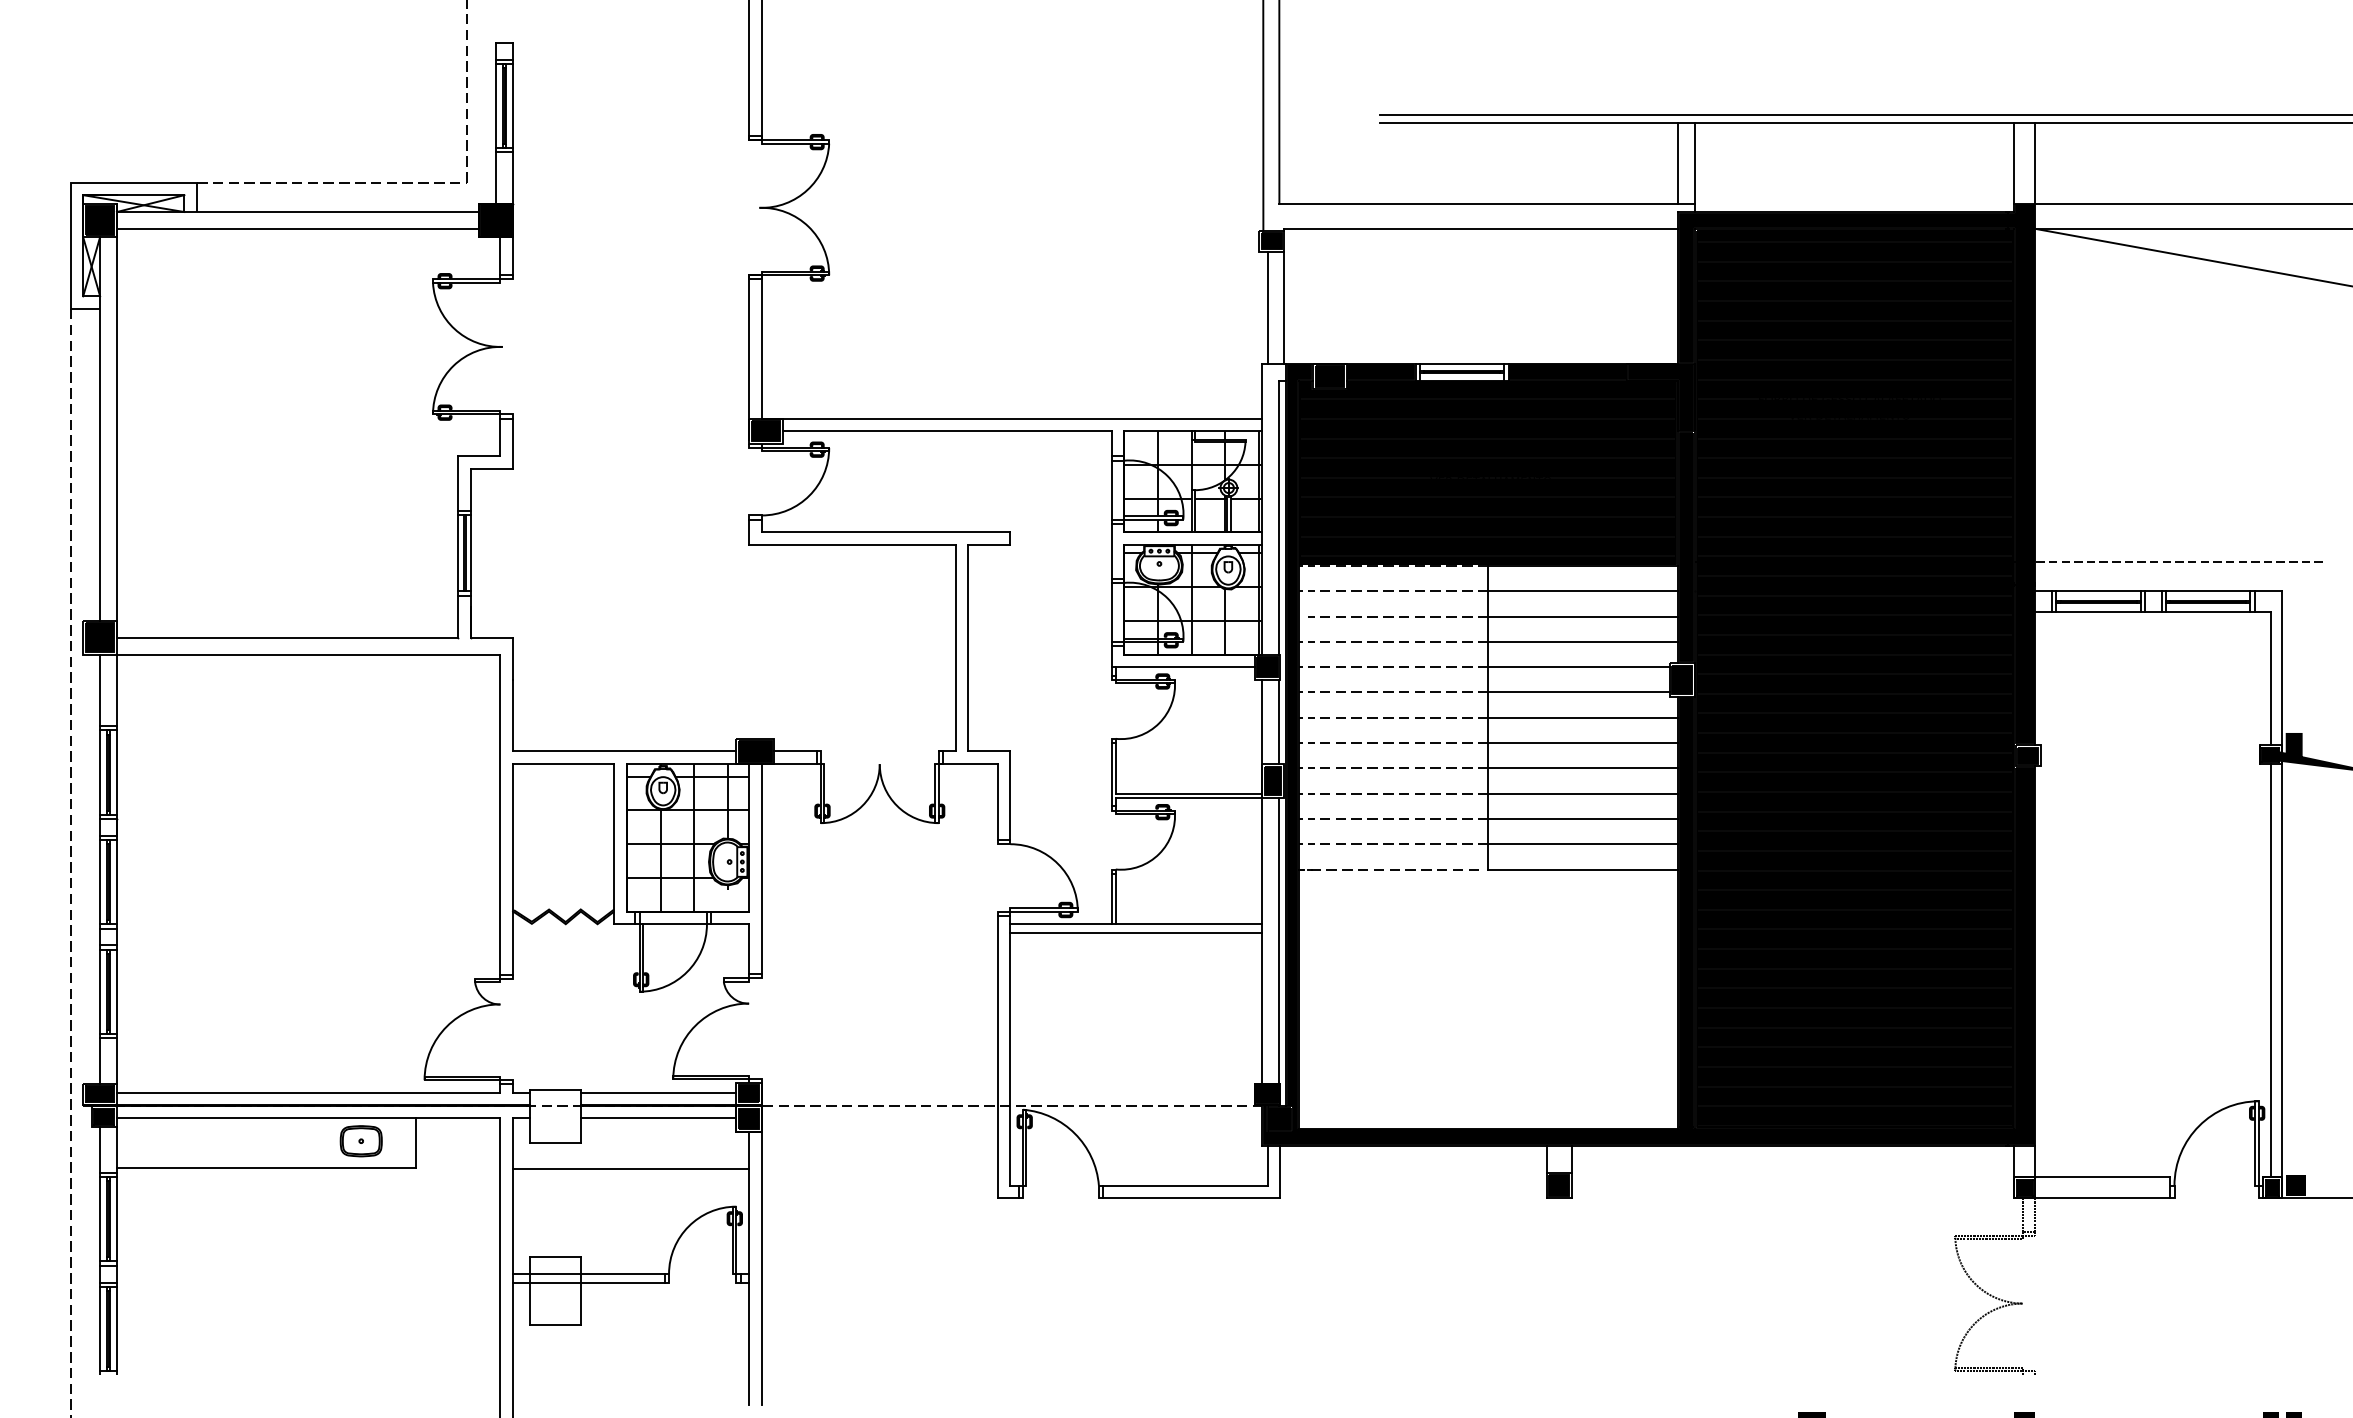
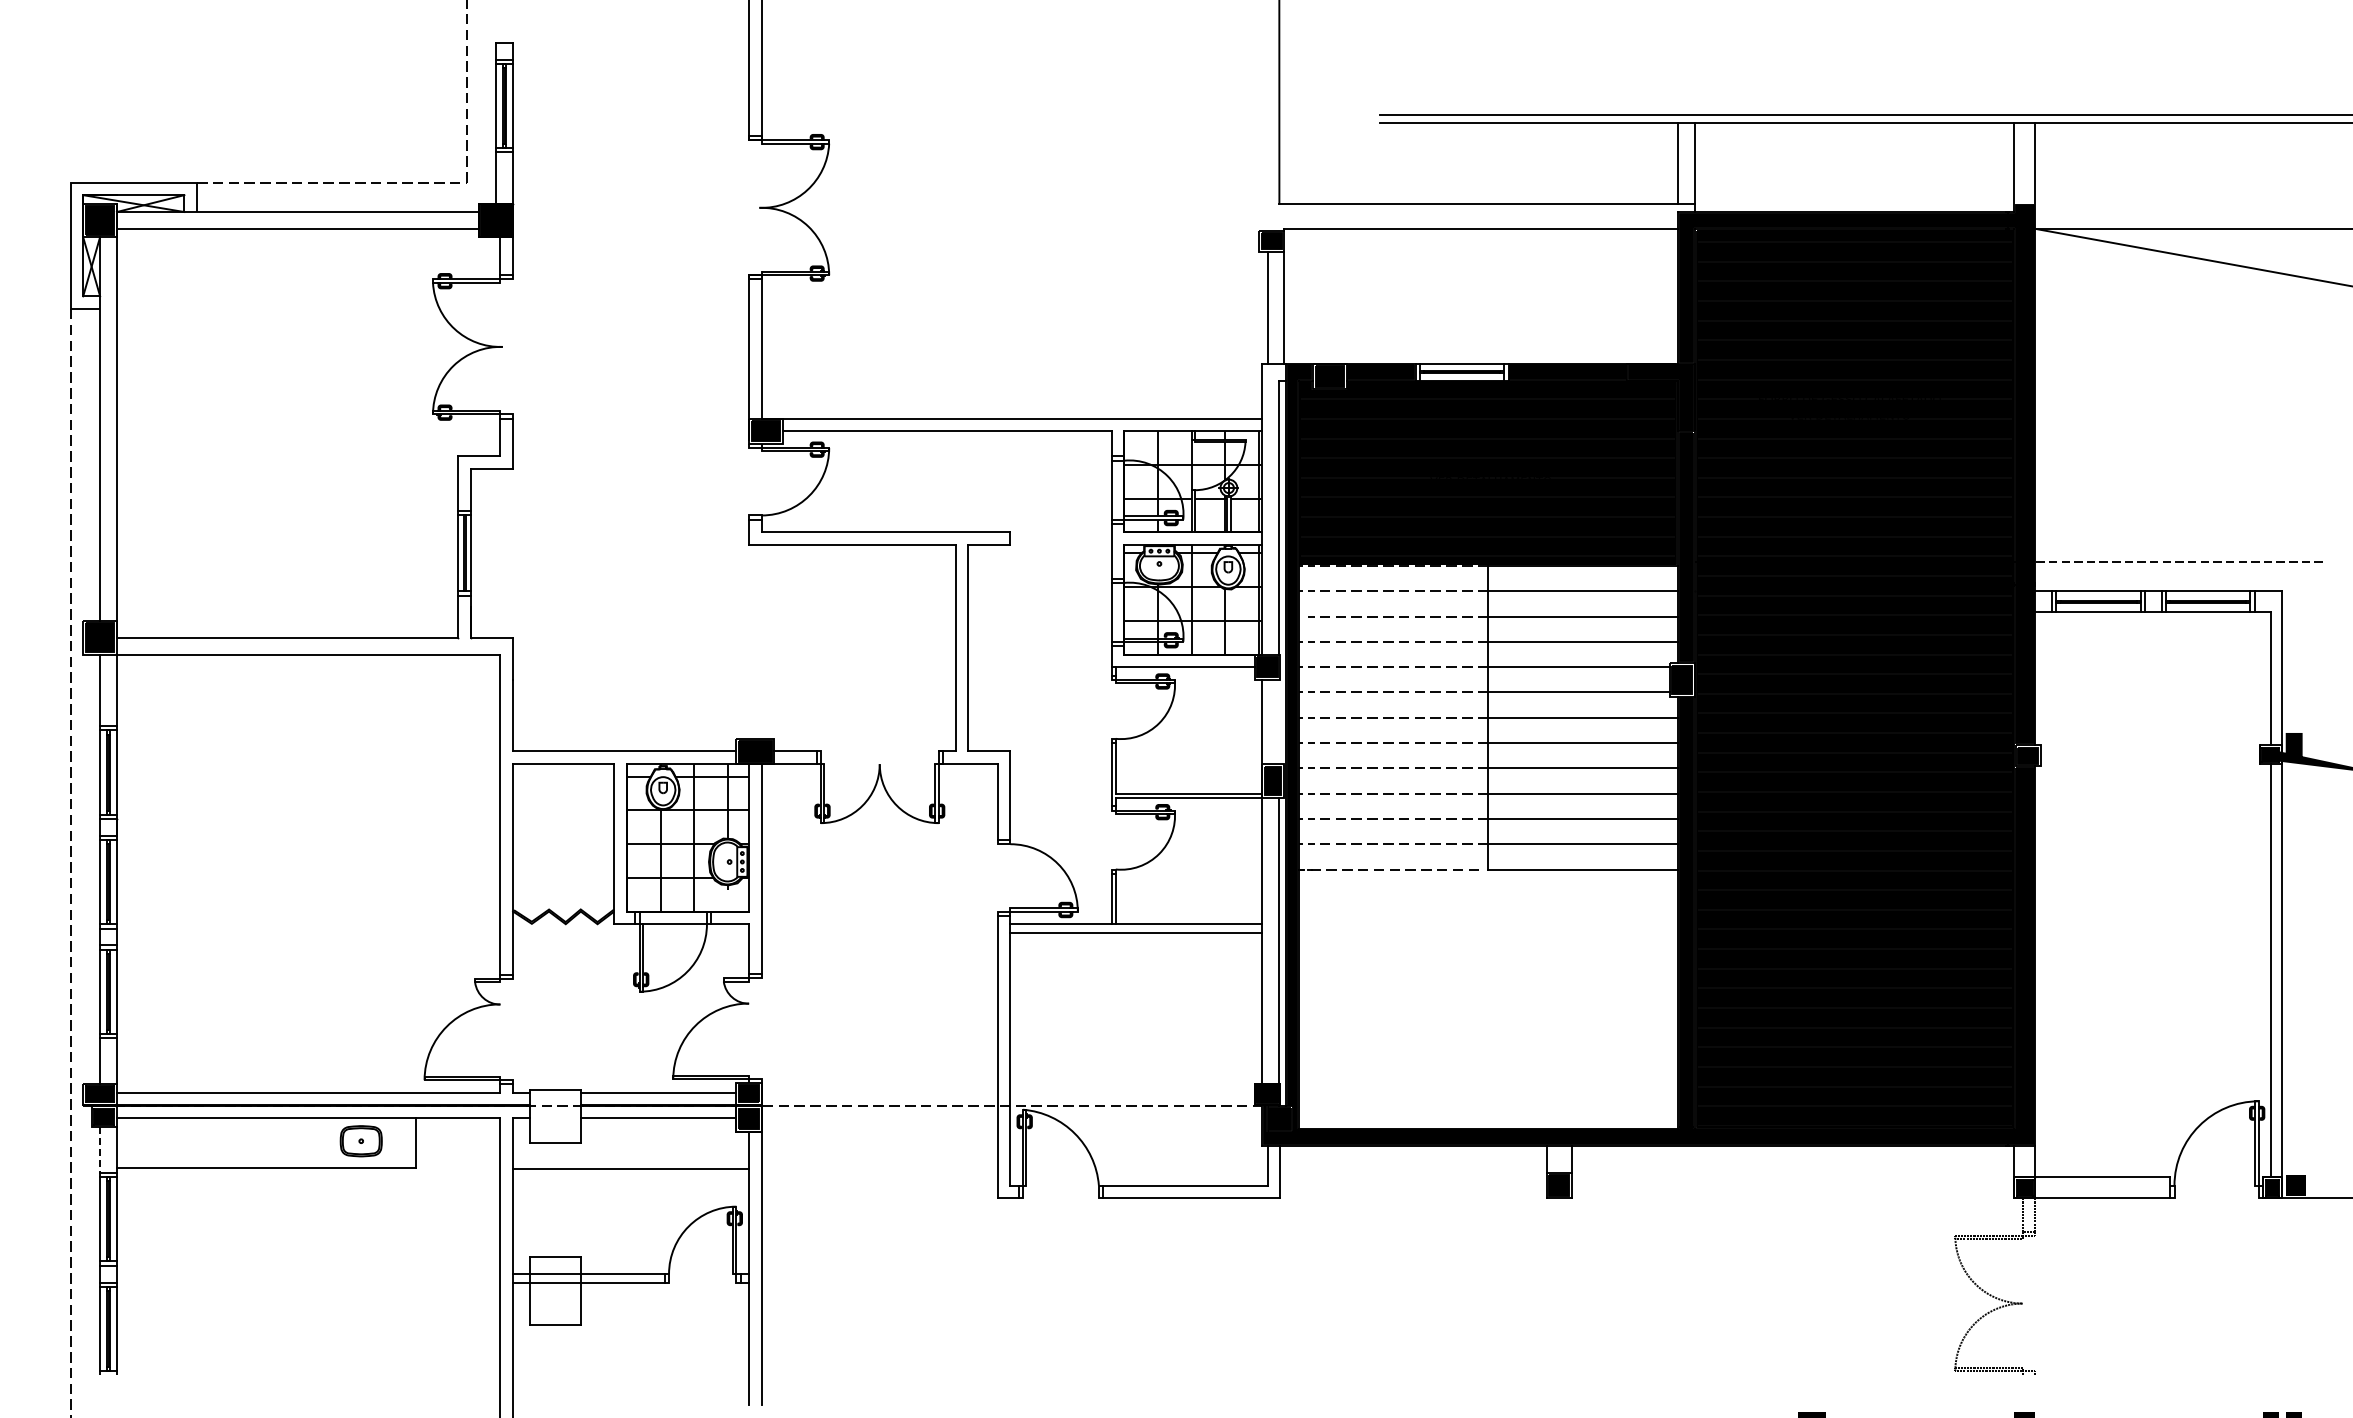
line at (1263, 116): present -> none
line at (2181, 203): present -> none
line at (1279, 721): present -> none
line at (100, 1150): solid -> dashed
